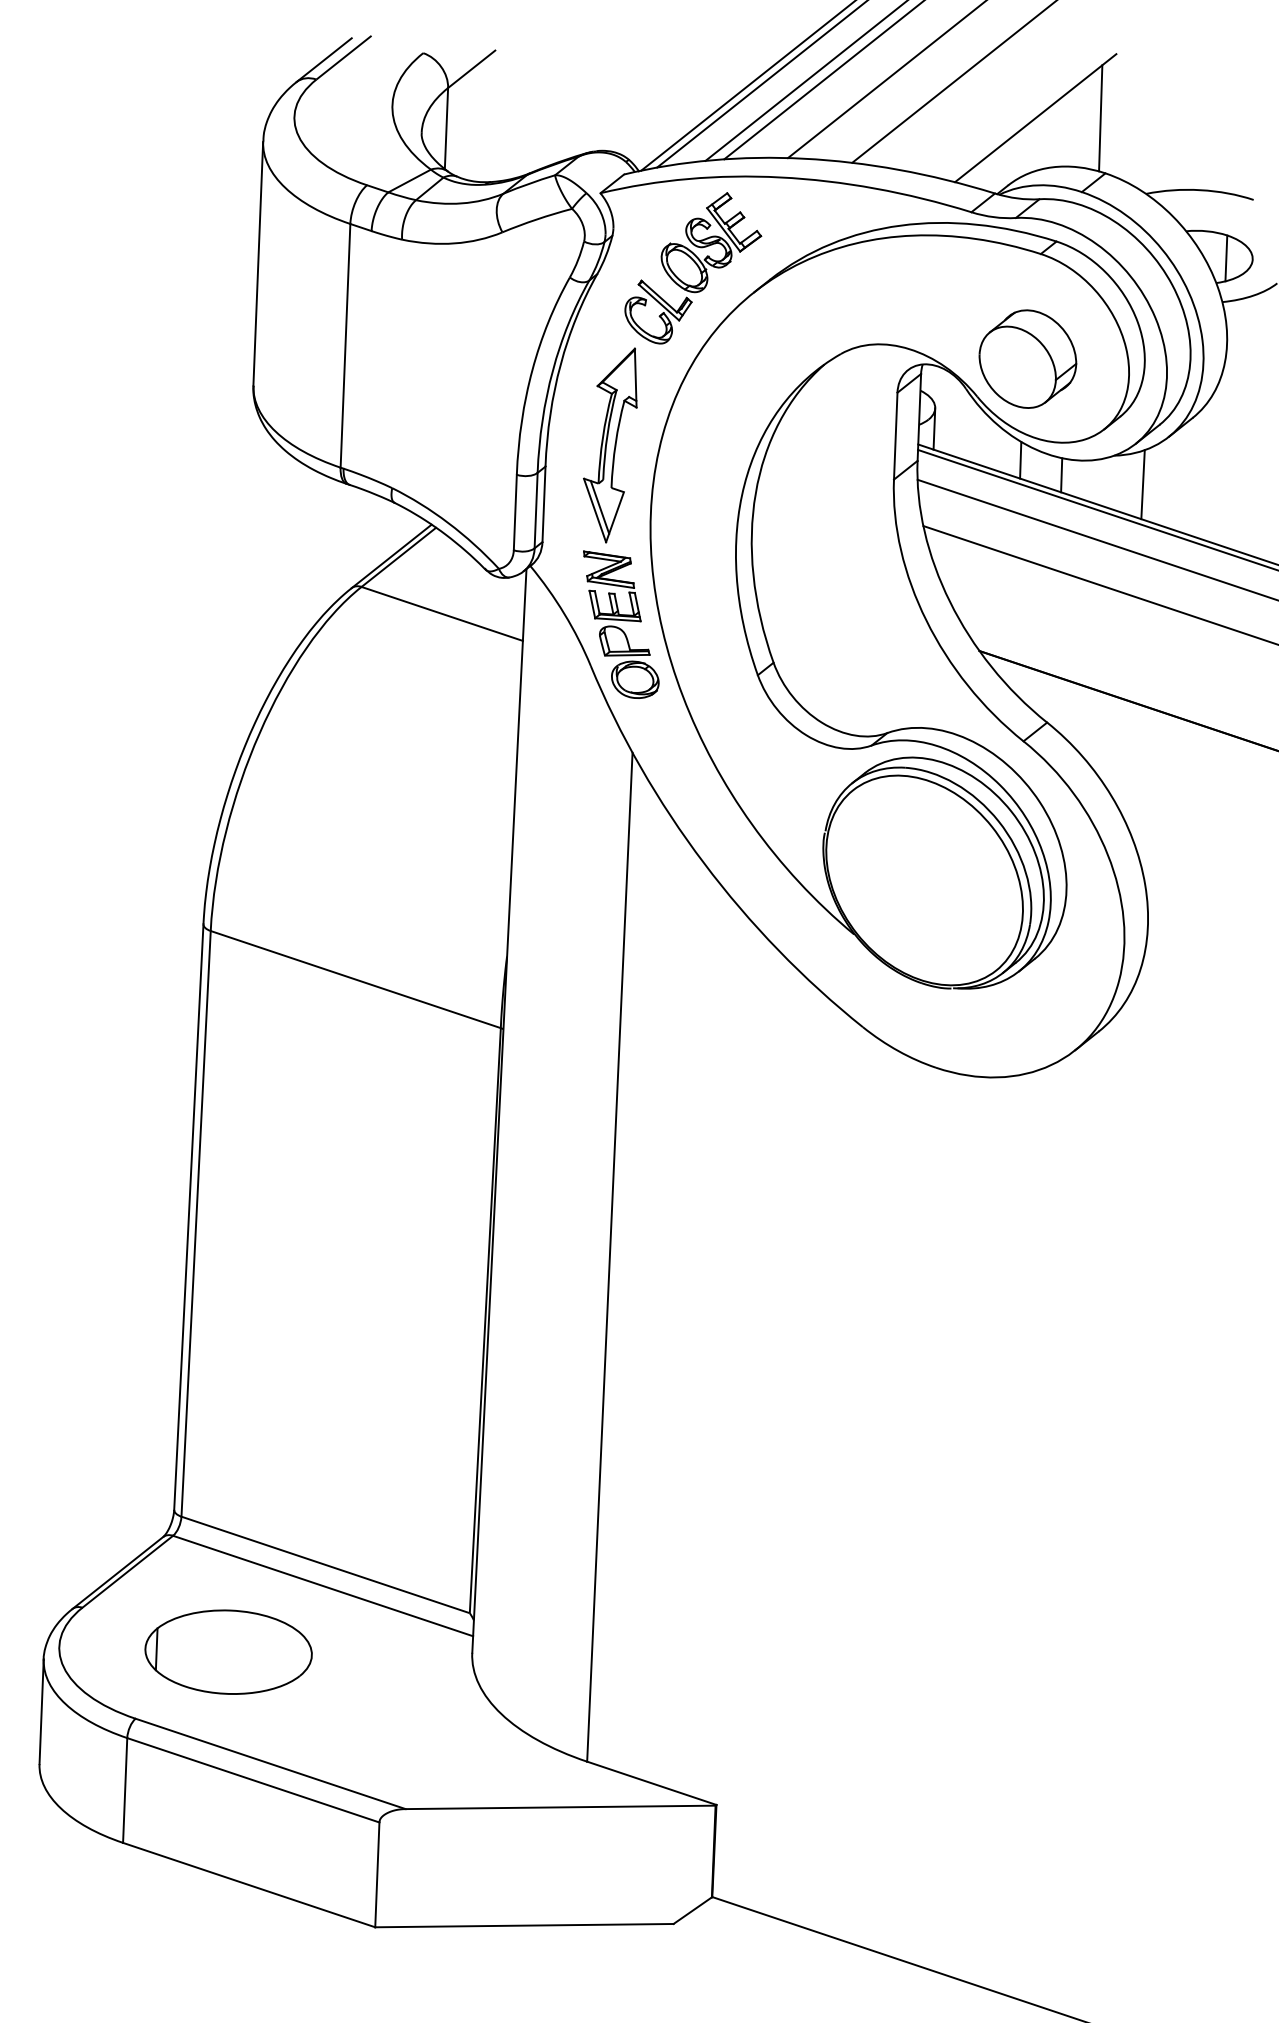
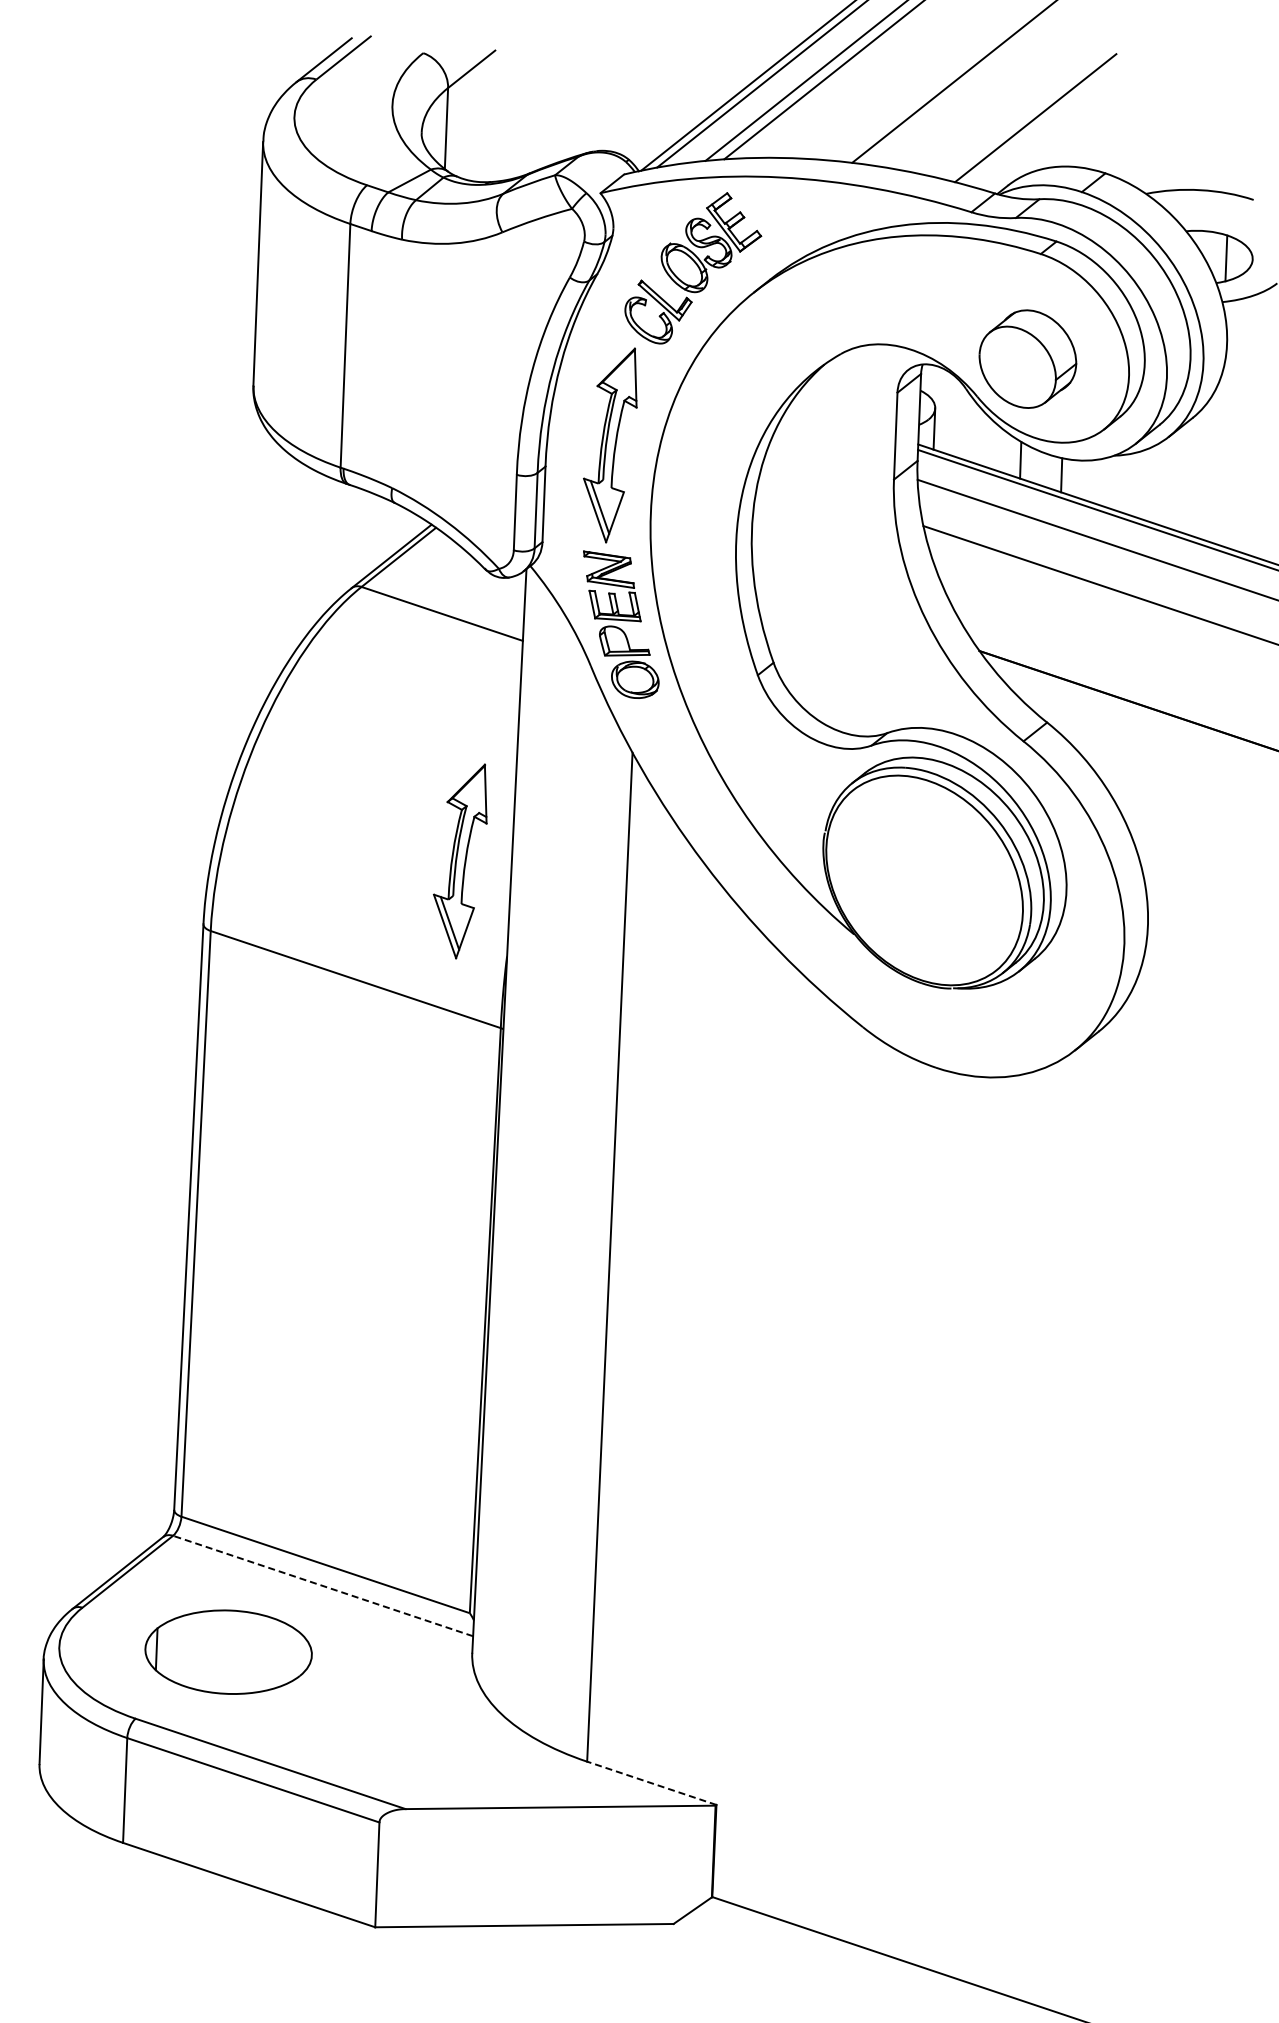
line at (885, 80): present -> none
line at (1100, 118): present -> none
line at (1142, 484): present -> none
part at (460, 861): none -> present
line at (322, 1585): solid -> dashed
line at (651, 1783): solid -> dashed
